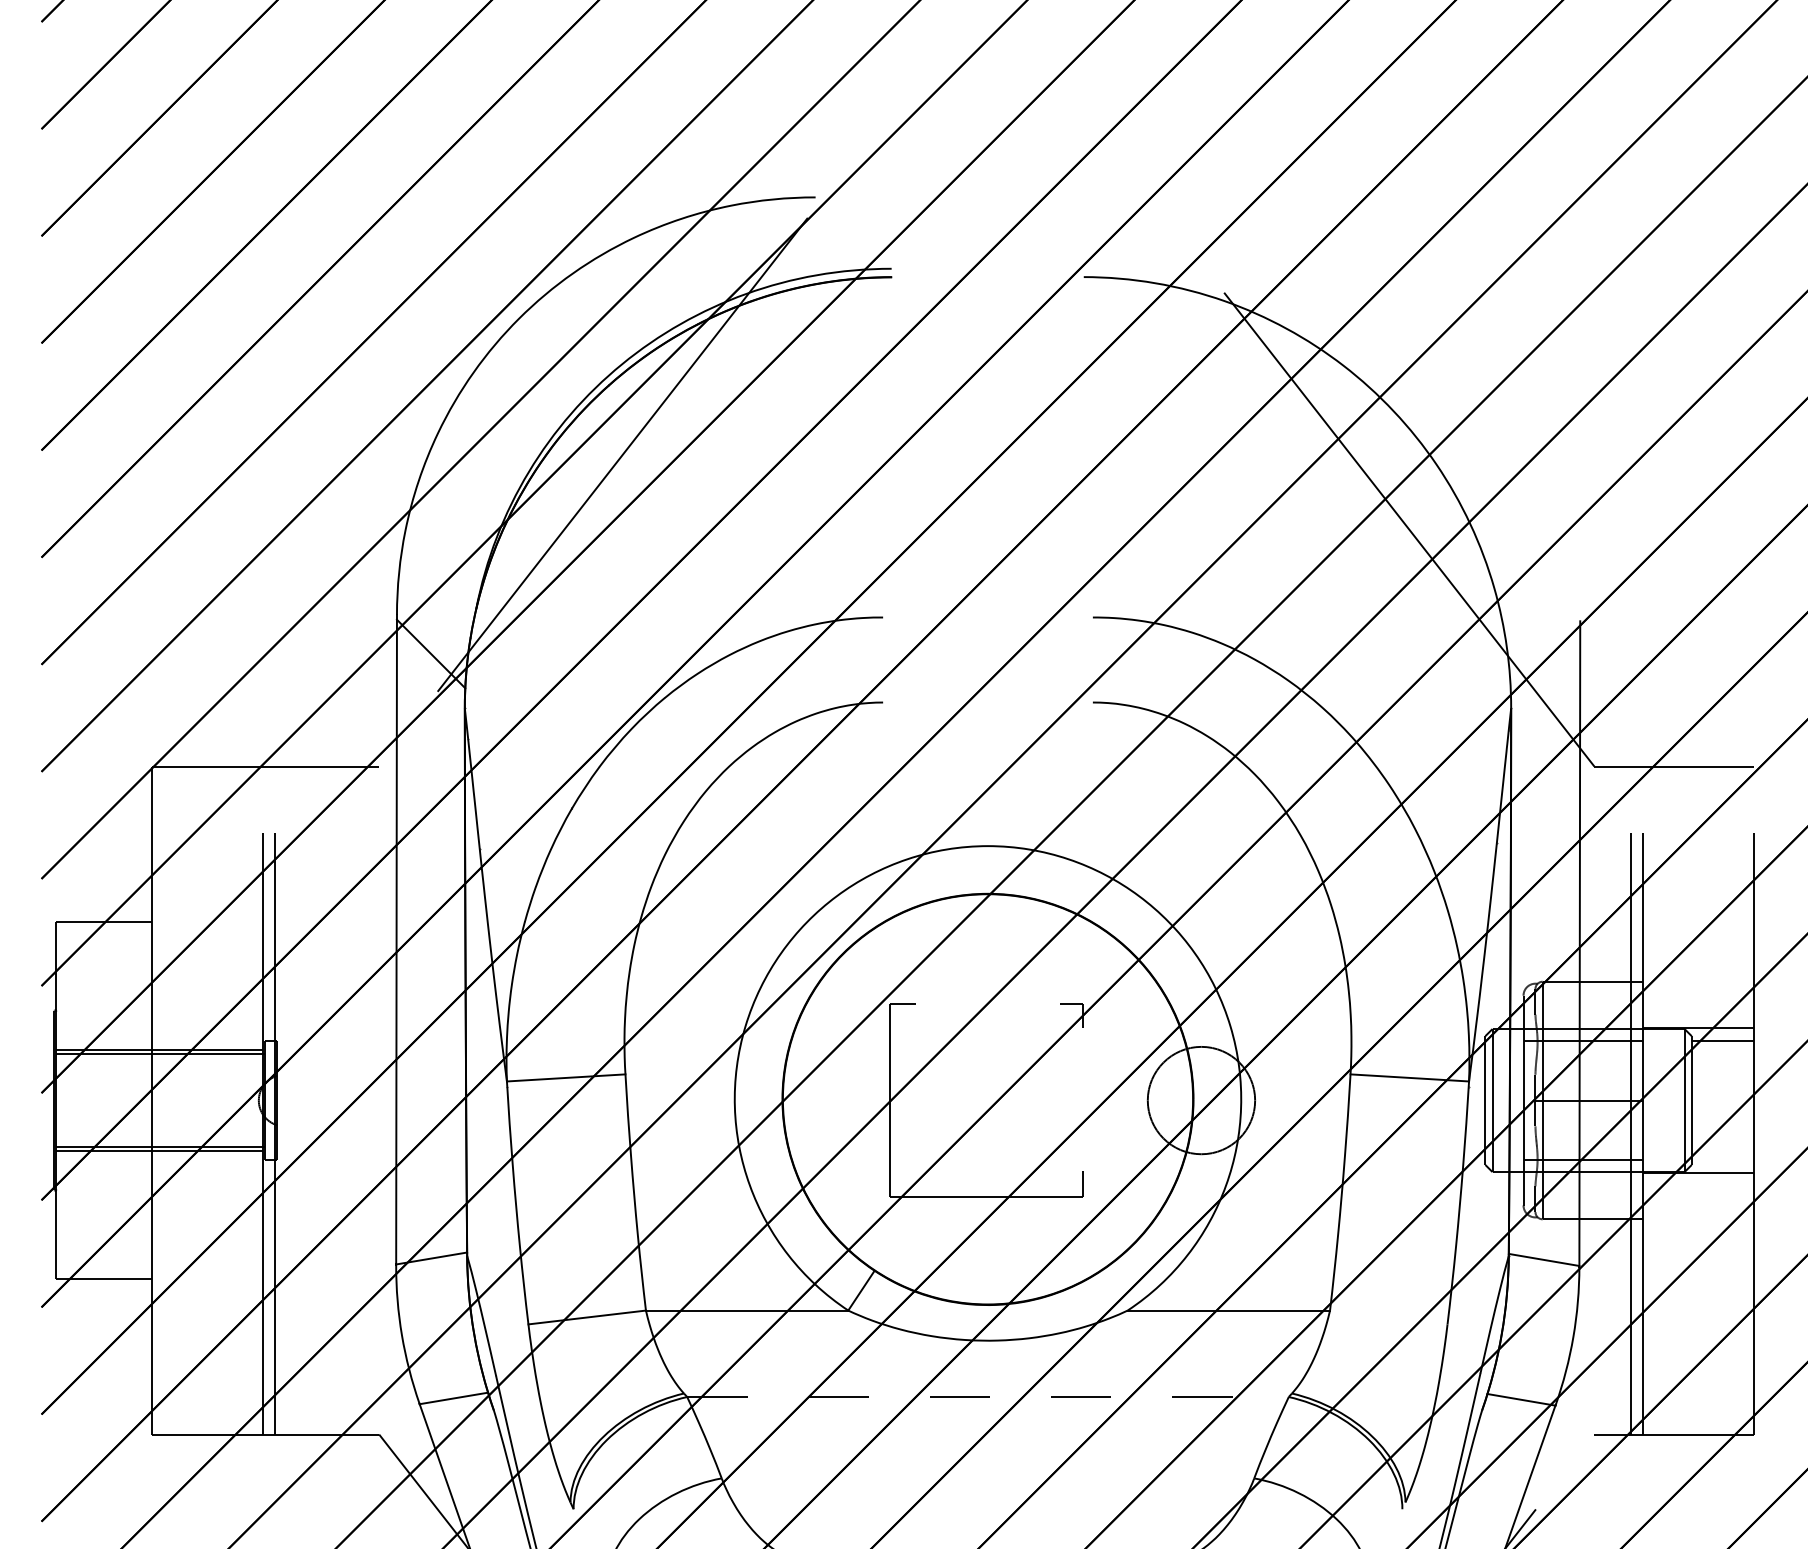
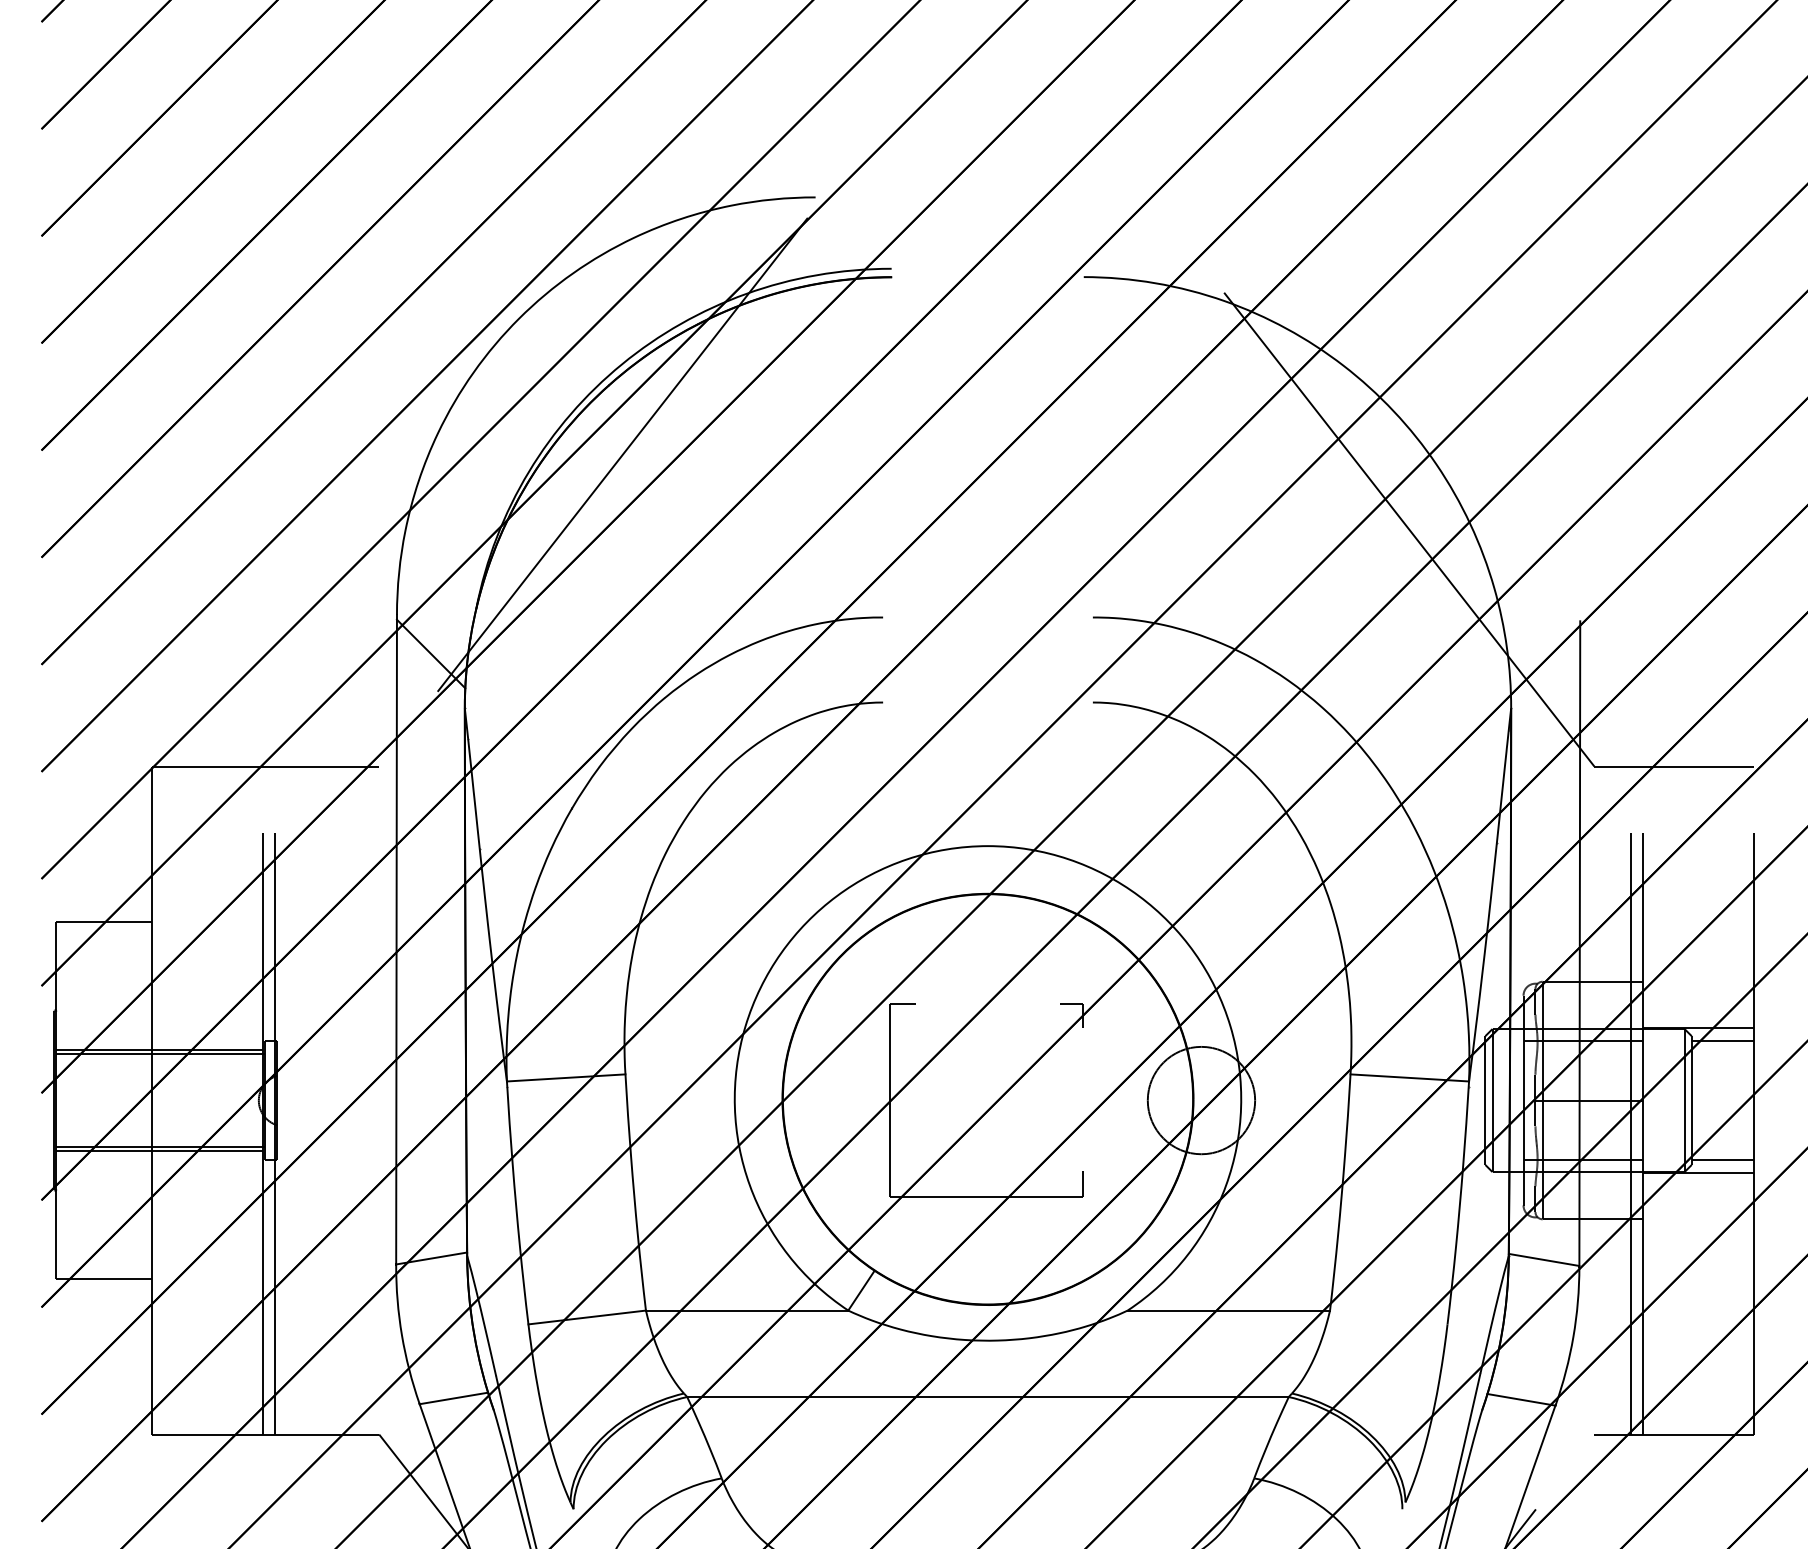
line at (1722, 1160): none -> present
line at (988, 1397): dashed -> solid
